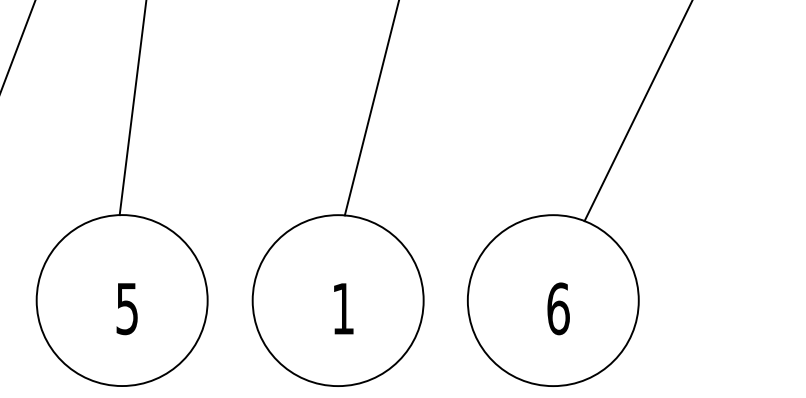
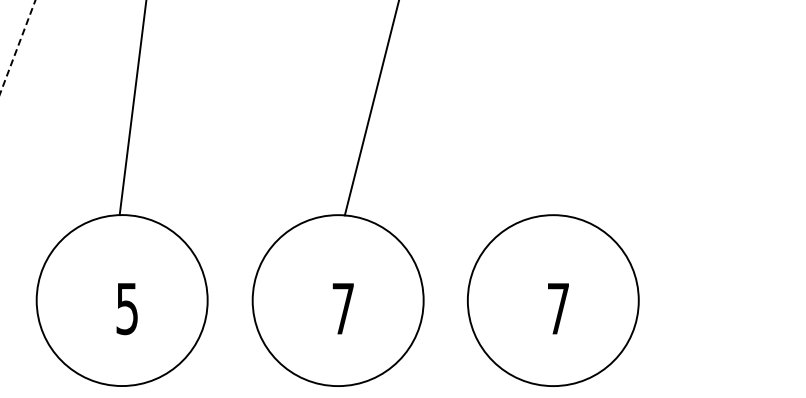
line at (17, 46): solid -> dashed
line at (637, 111): present -> none
text at (342, 308): 1 -> 7
text at (558, 308): 6 -> 7
